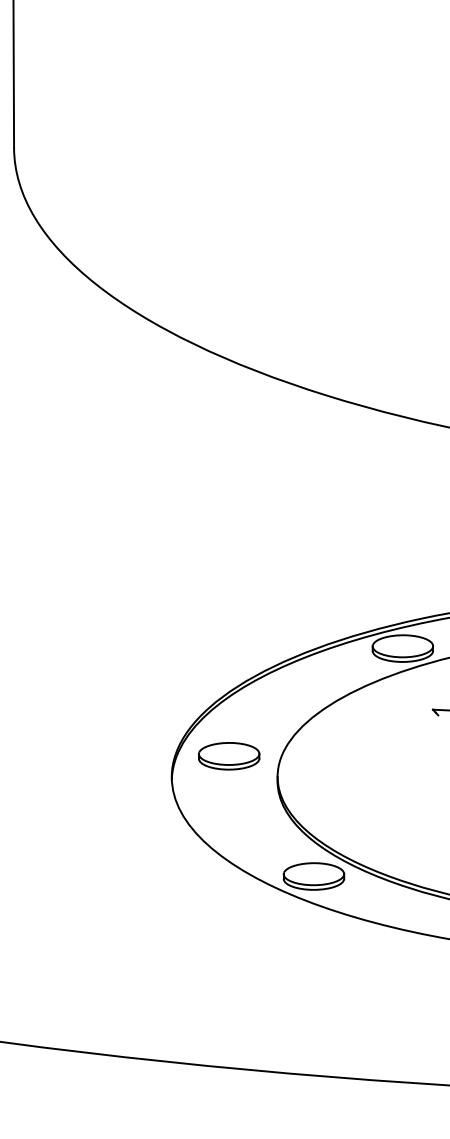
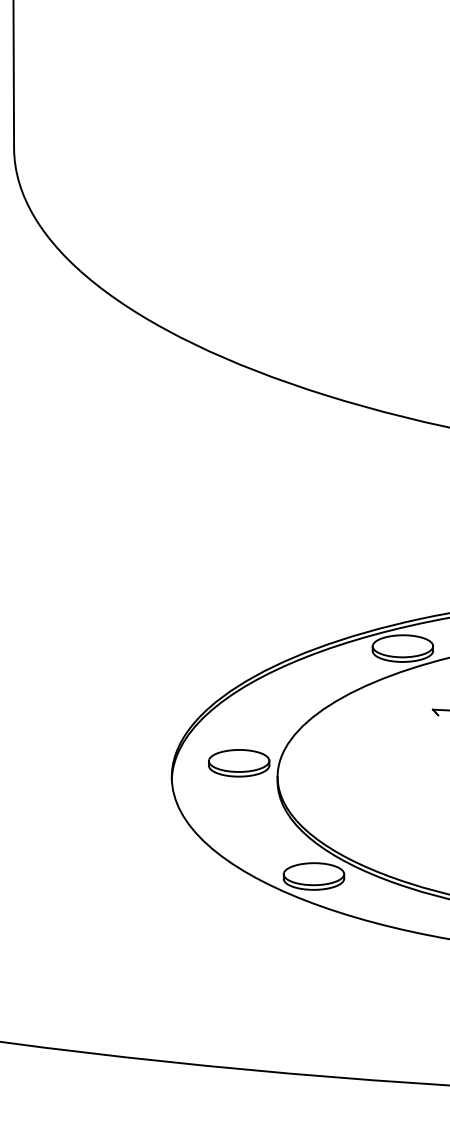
part at (229, 756) position: (229, 756) -> (239, 763)
